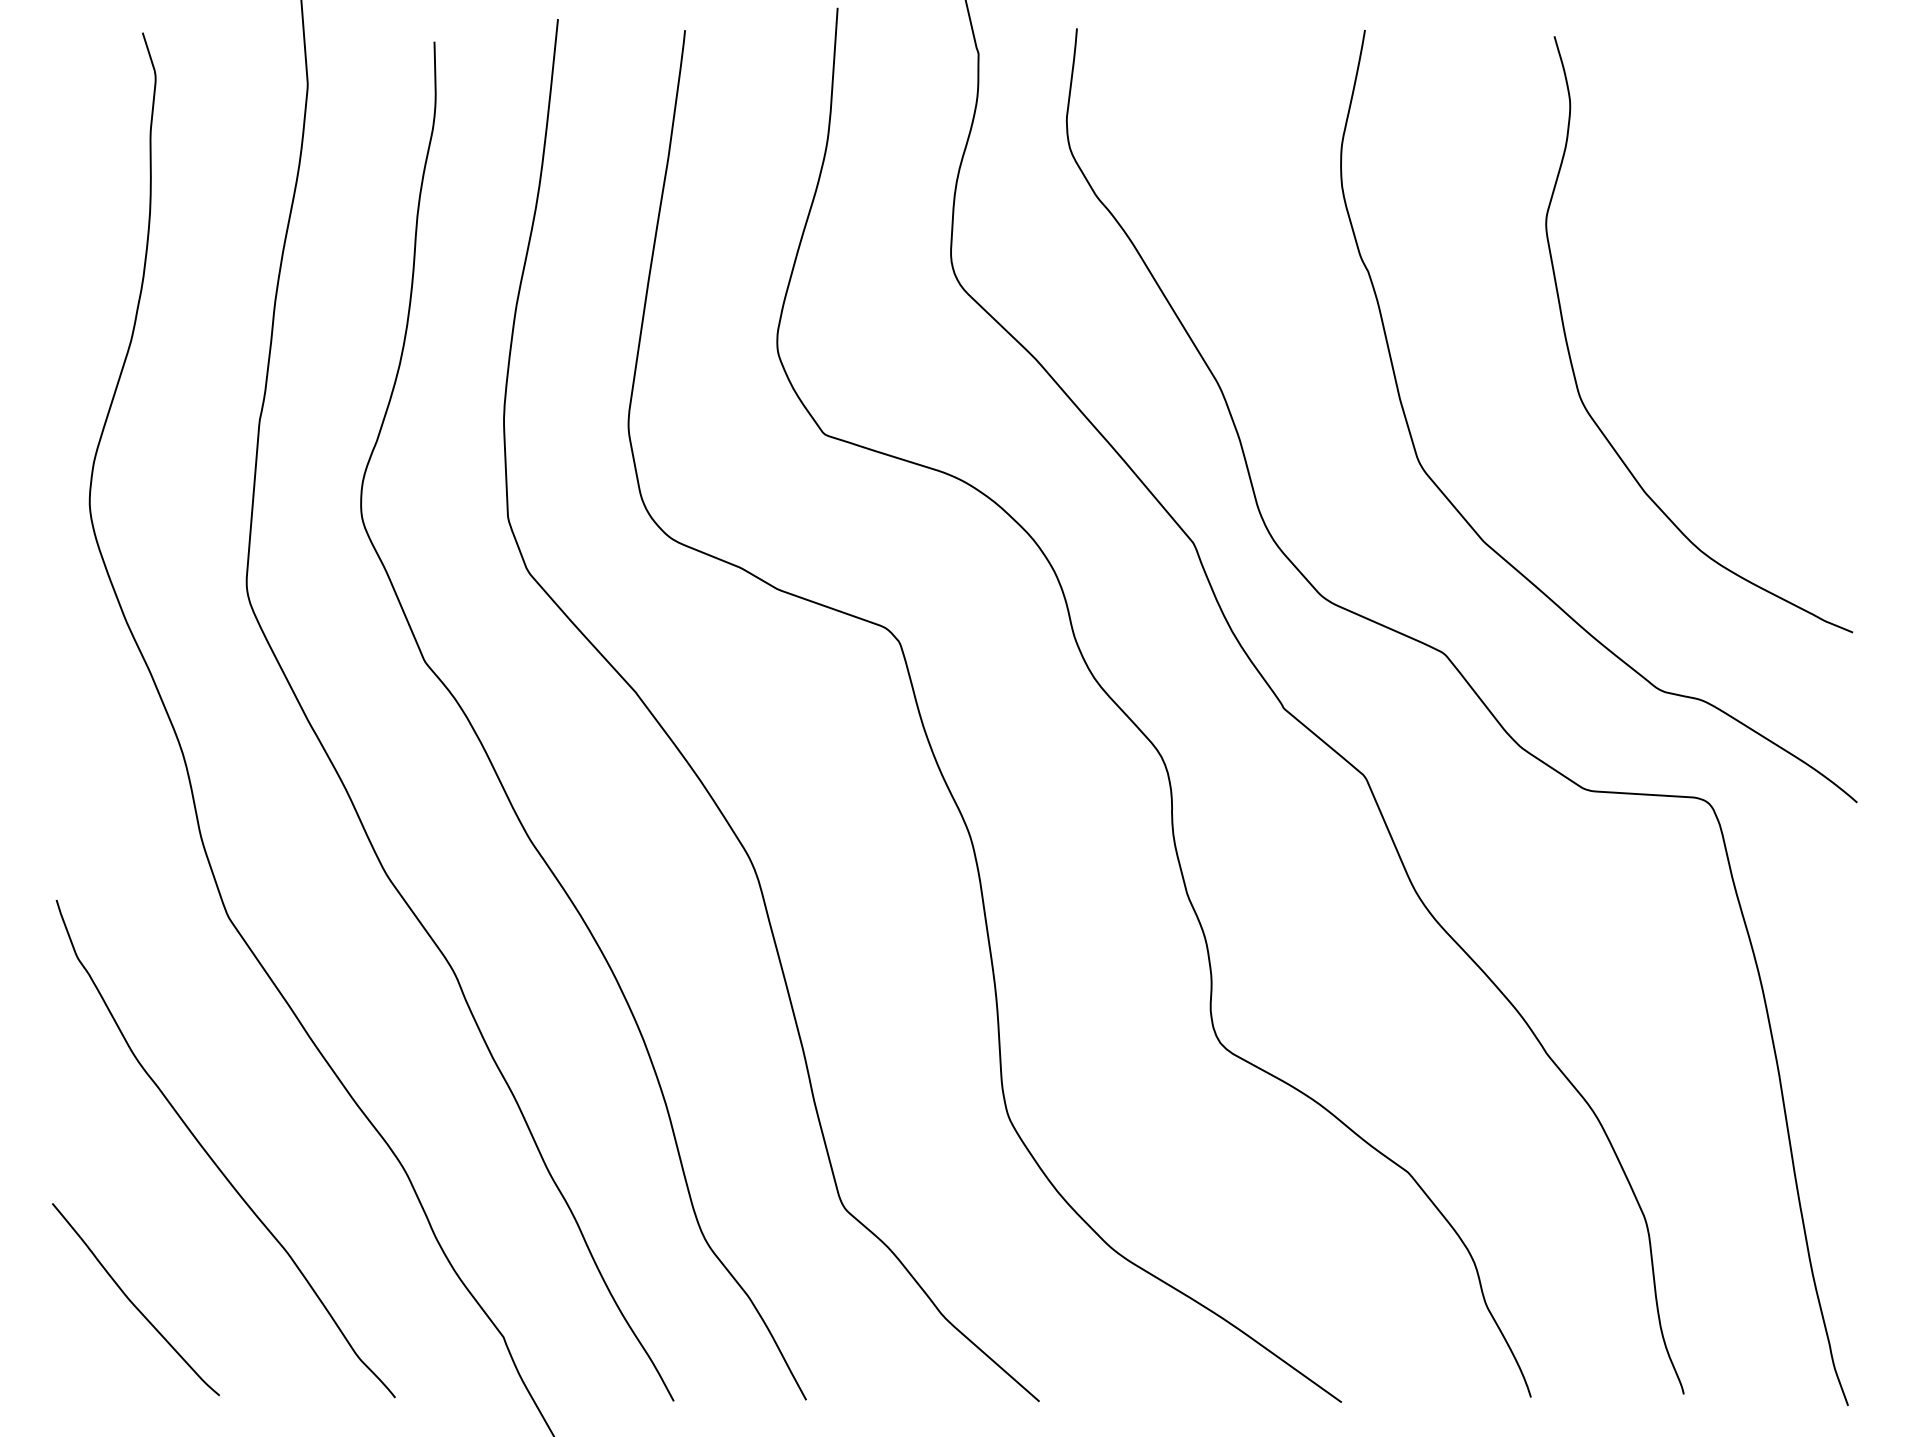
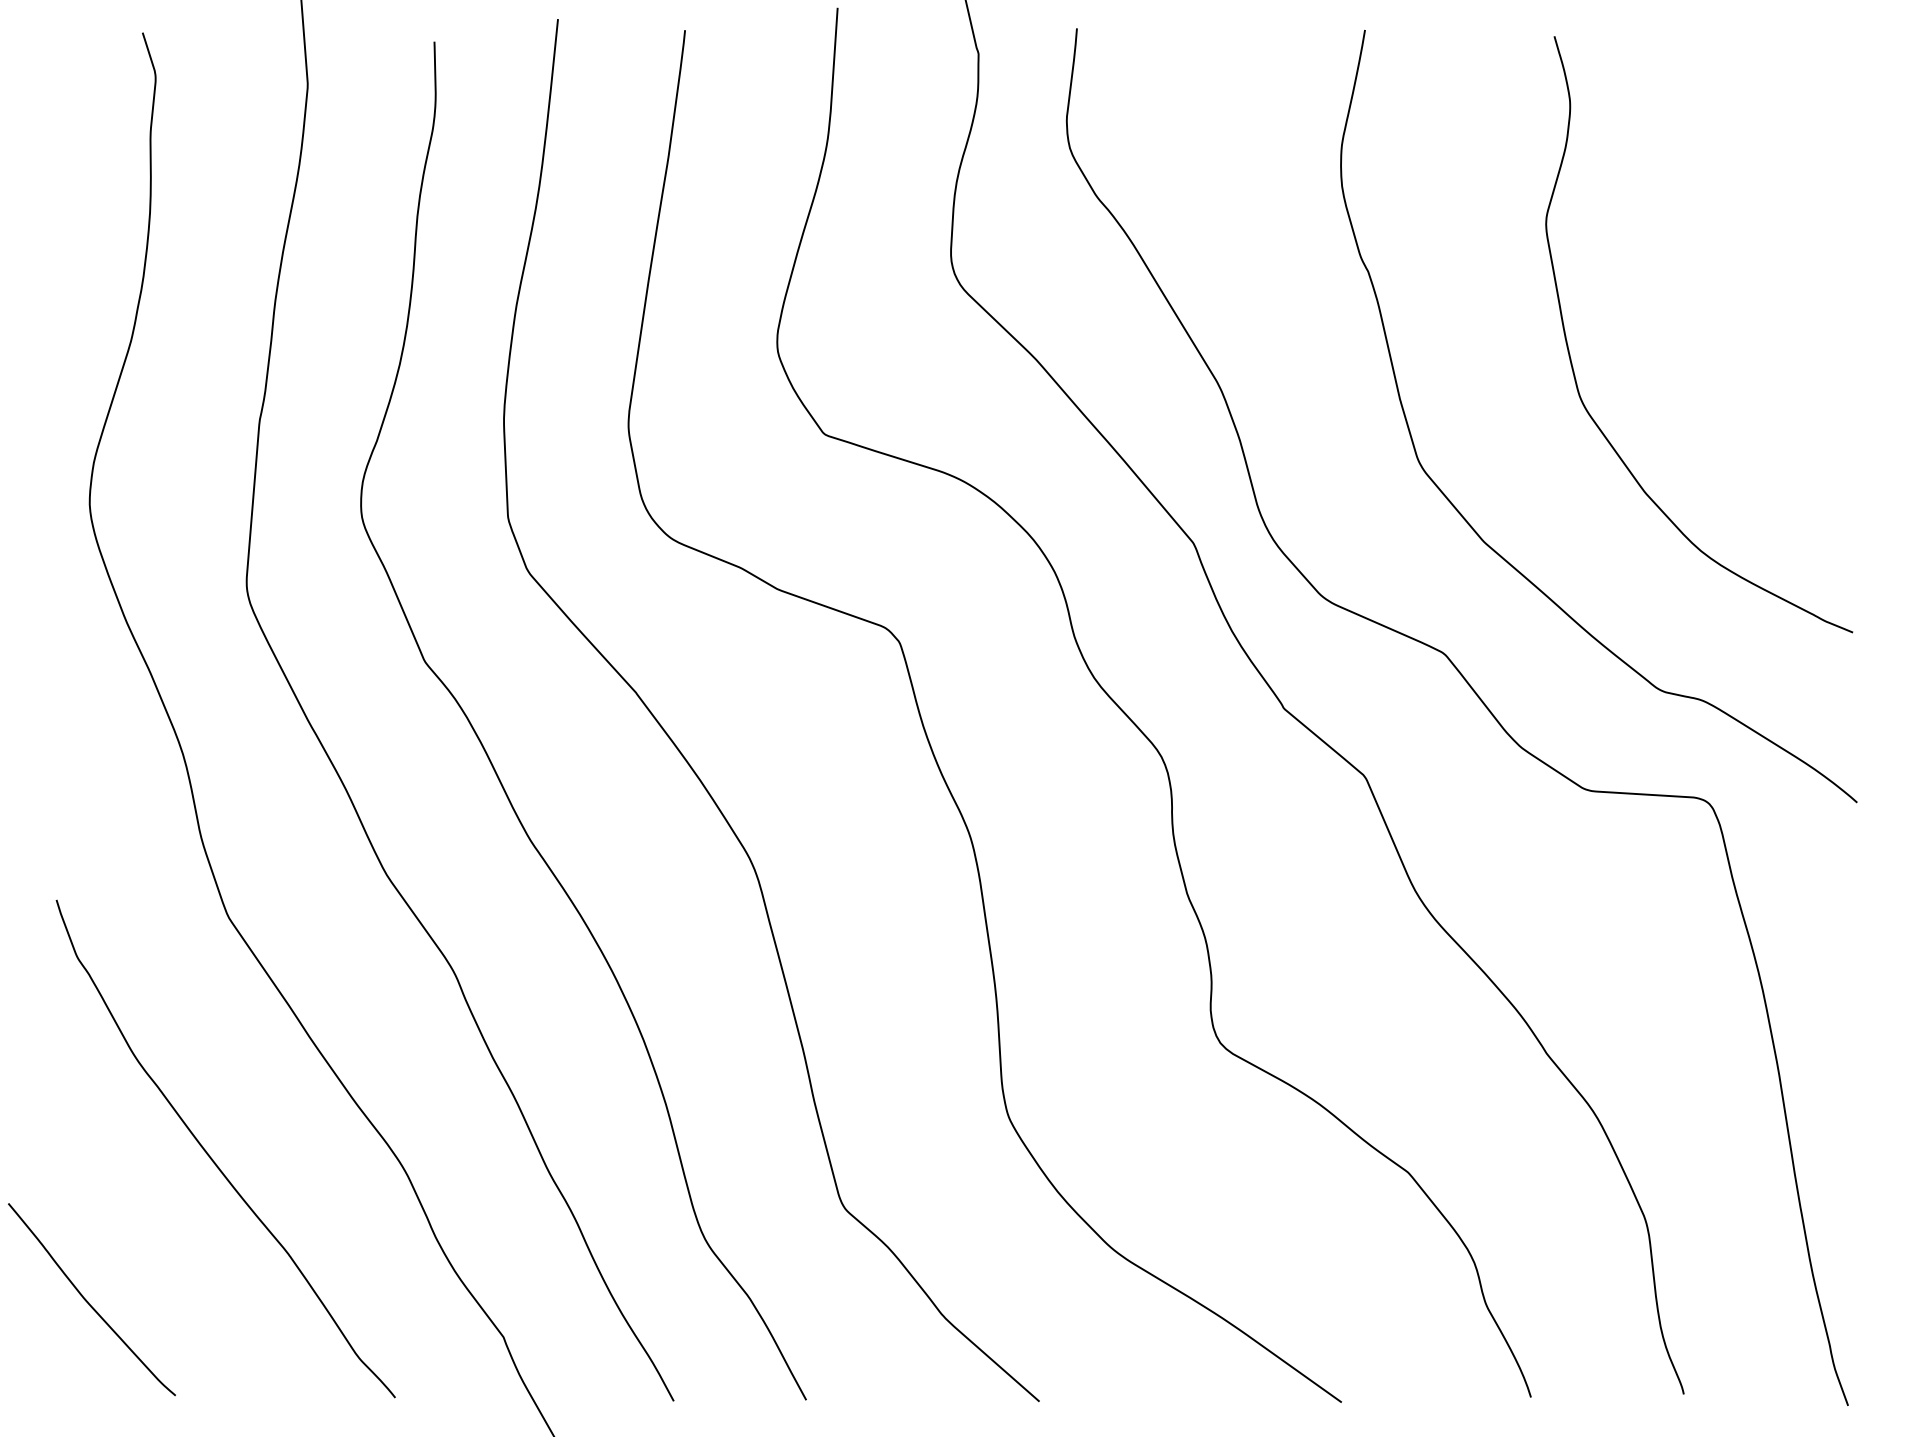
curve at (132, 1301) position: (132, 1301) -> (88, 1301)
